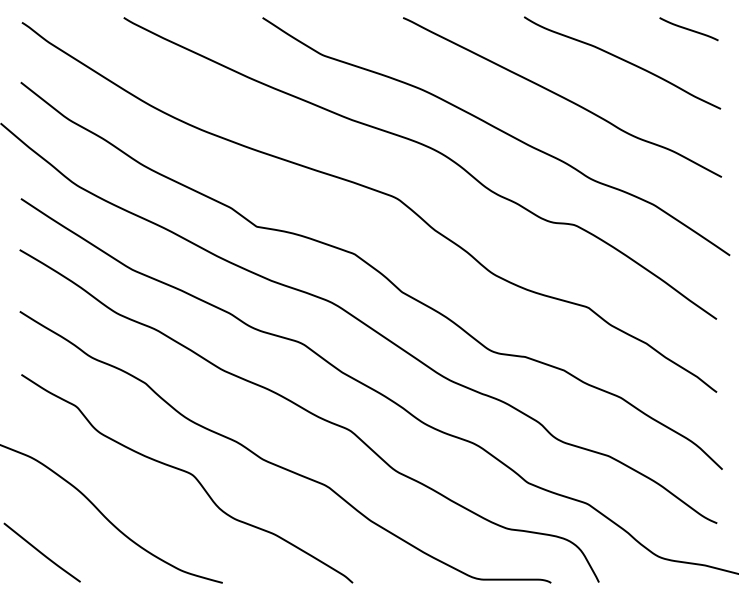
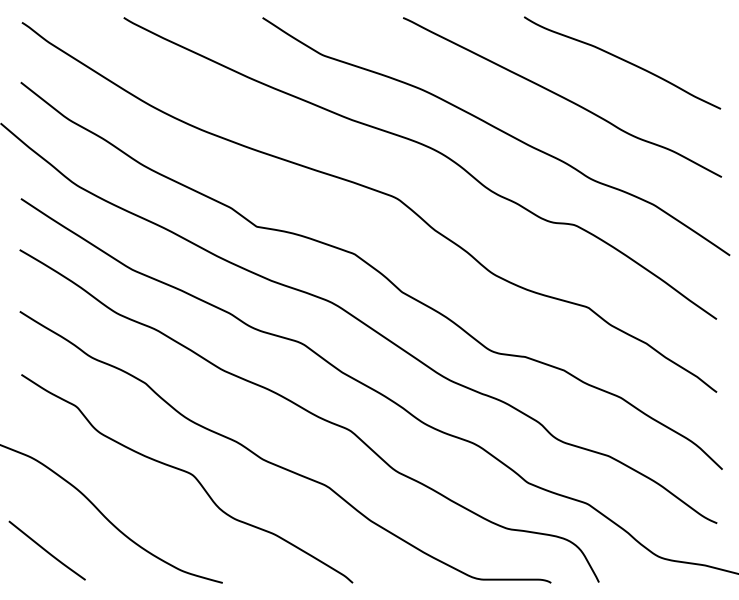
curve at (688, 29): present -> none
curve at (41, 552) position: (41, 552) -> (46, 550)
